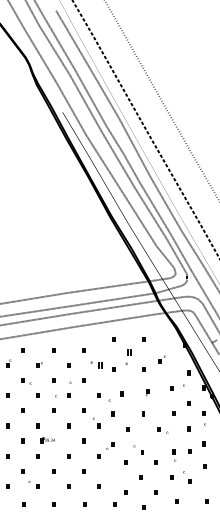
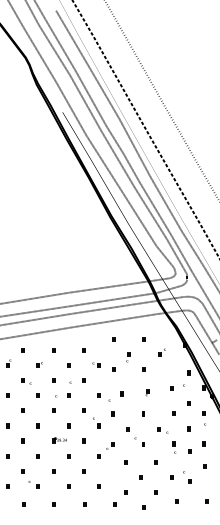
part at (128, 356) size: 7x16 px -> 5x11 px
part at (161, 359) position: (161, 359) -> (161, 352)
part at (96, 364) size: 13x8 px -> 9x6 px
part at (47, 440) position: (47, 440) -> (59, 440)
part at (138, 449) position: (138, 449) -> (139, 441)
part at (173, 455) position: (173, 455) -> (173, 447)
